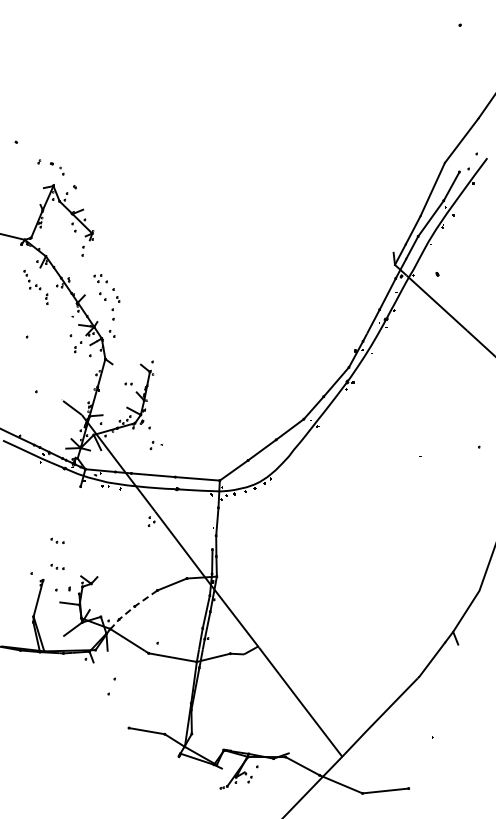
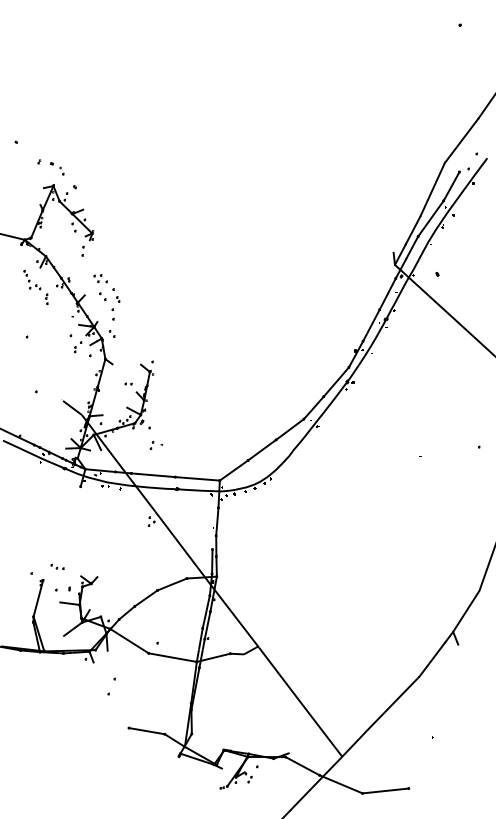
part at (57, 540): present -> none
line at (129, 610): dashed -> solid
